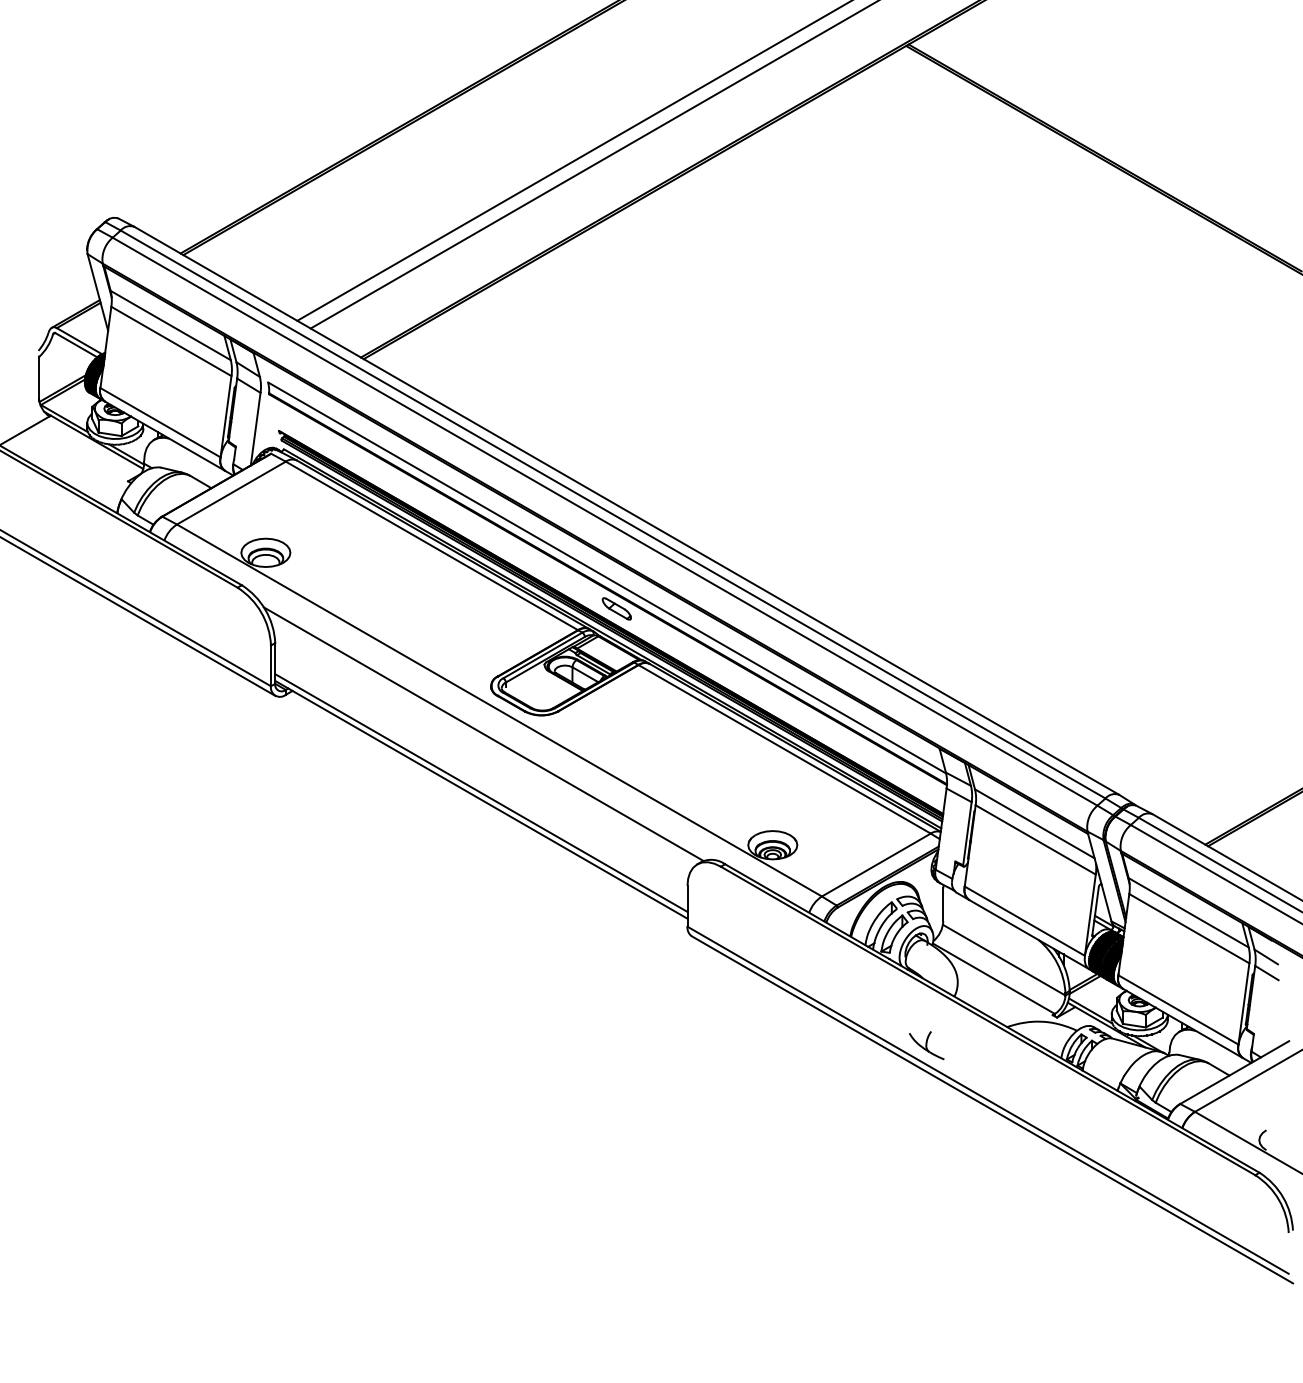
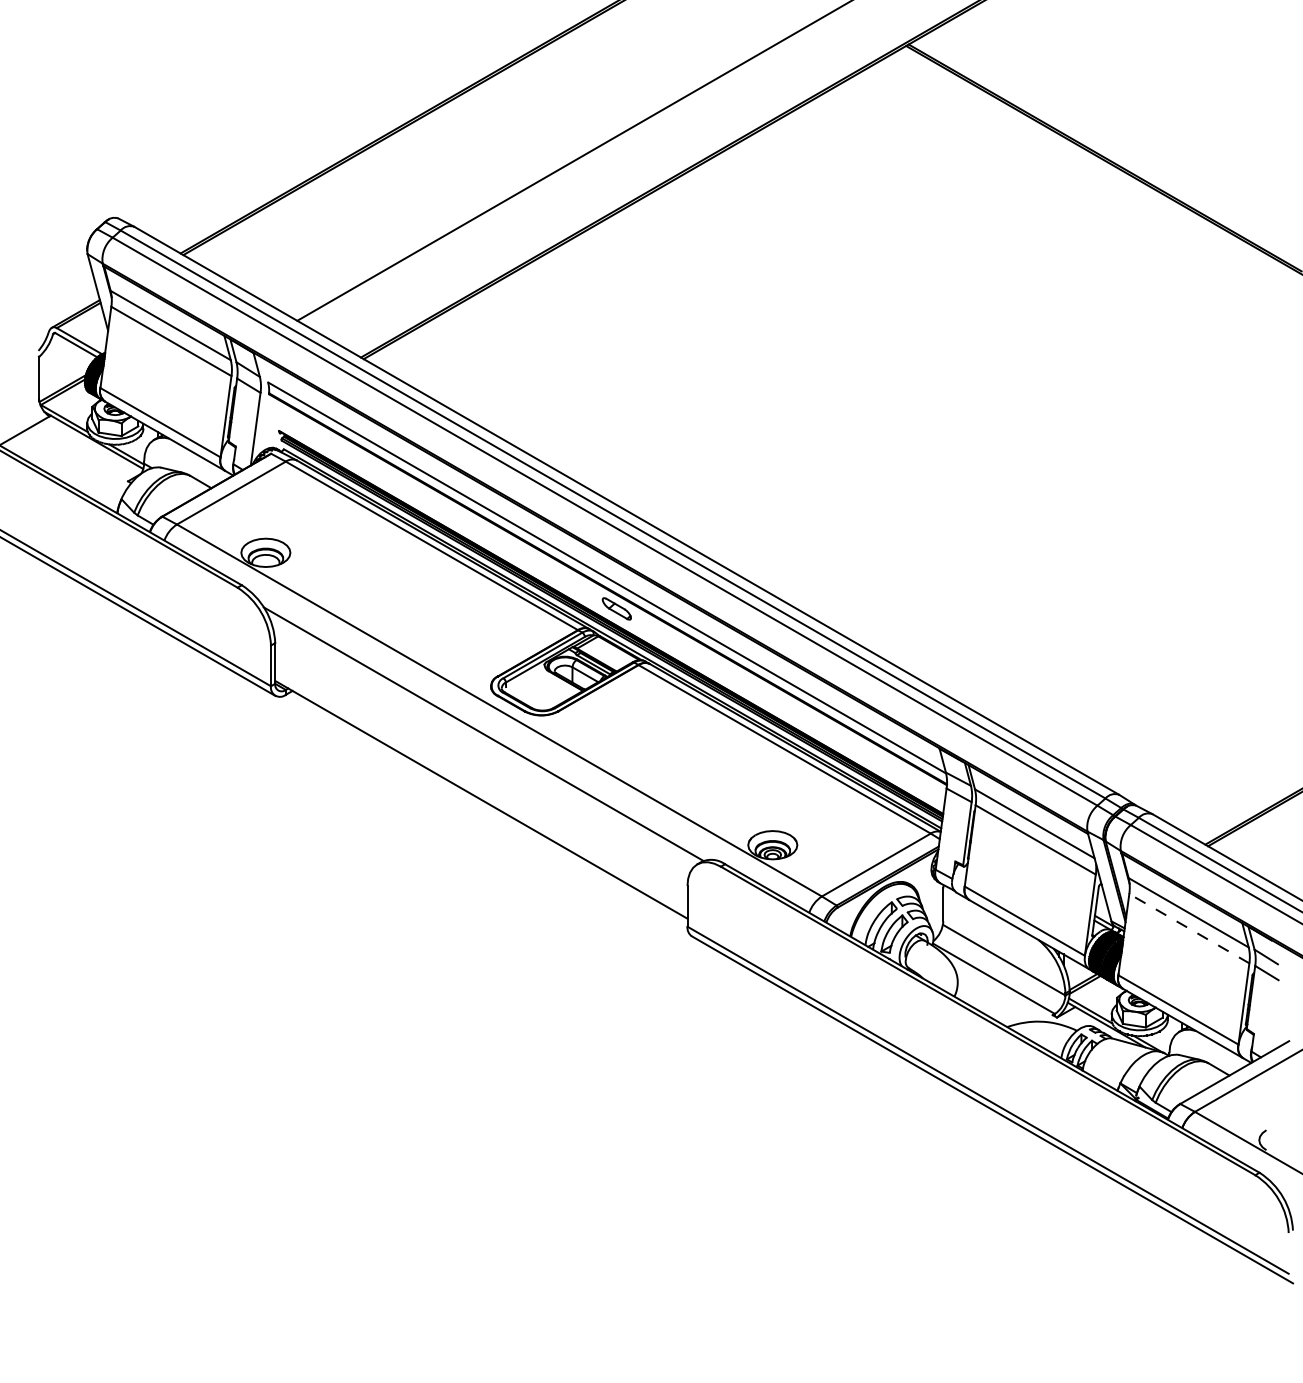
line at (592, 165): present -> none
line at (481, 792): present -> none
line at (1188, 928): solid -> dashed
part at (926, 1045): present -> none
